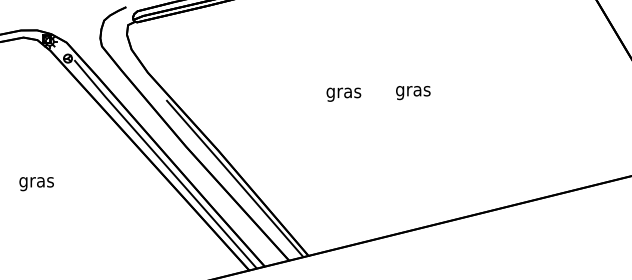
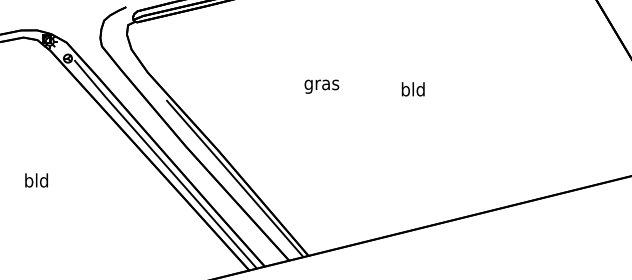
text at (413, 91): gras -> bld
text at (343, 94) position: (343, 94) -> (321, 86)
text at (36, 182): gras -> bld
